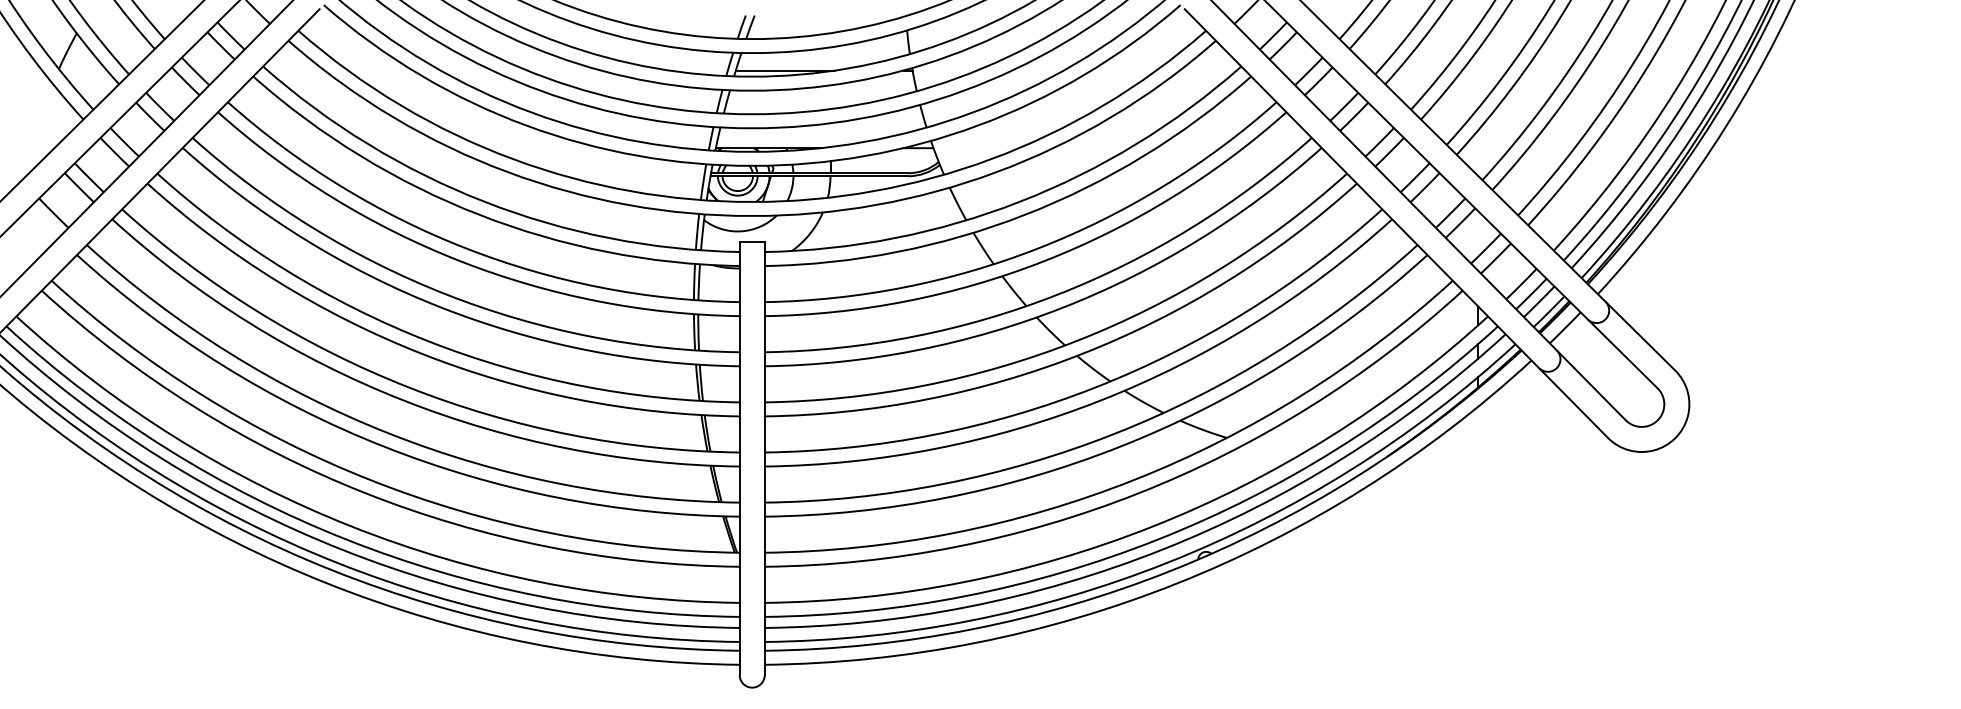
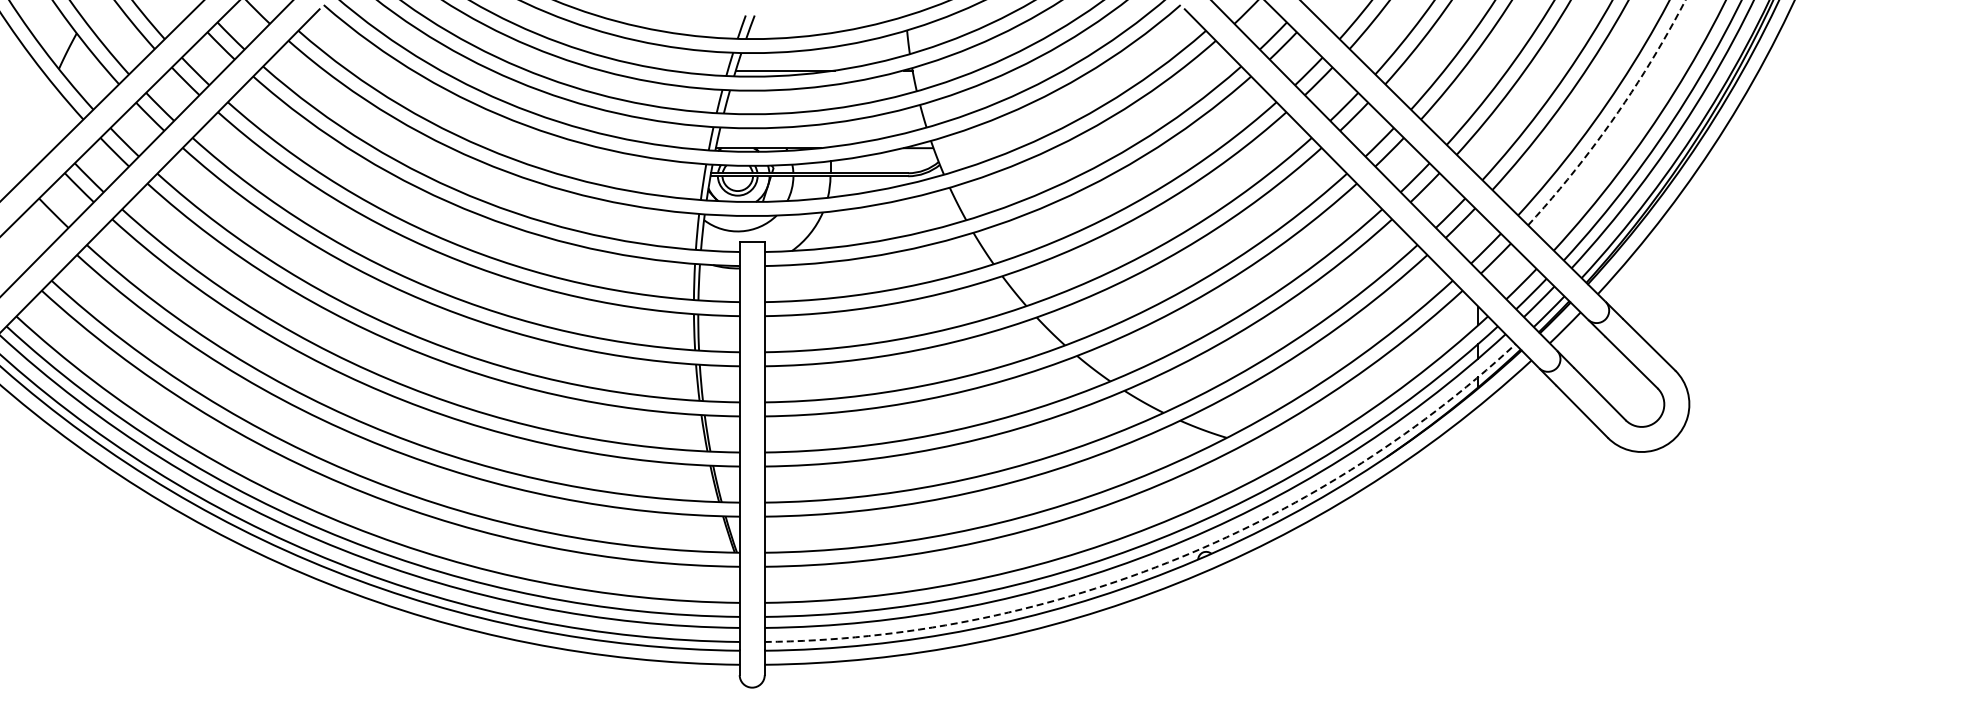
arc at (1613, 119): solid -> dashed
arc at (1167, 562): solid -> dashed
